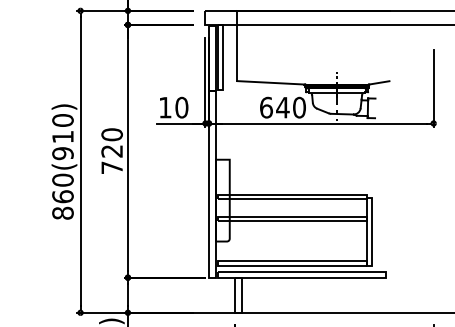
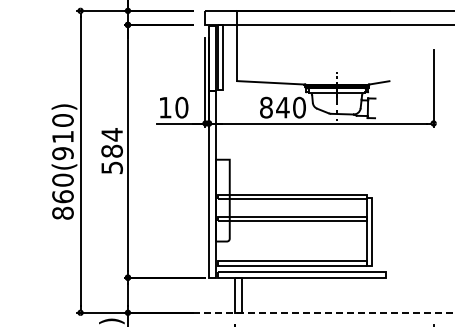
text at (266, 107): 640 -> 840
text at (111, 151): 720 -> 584
line at (312, 312): solid -> dashed
